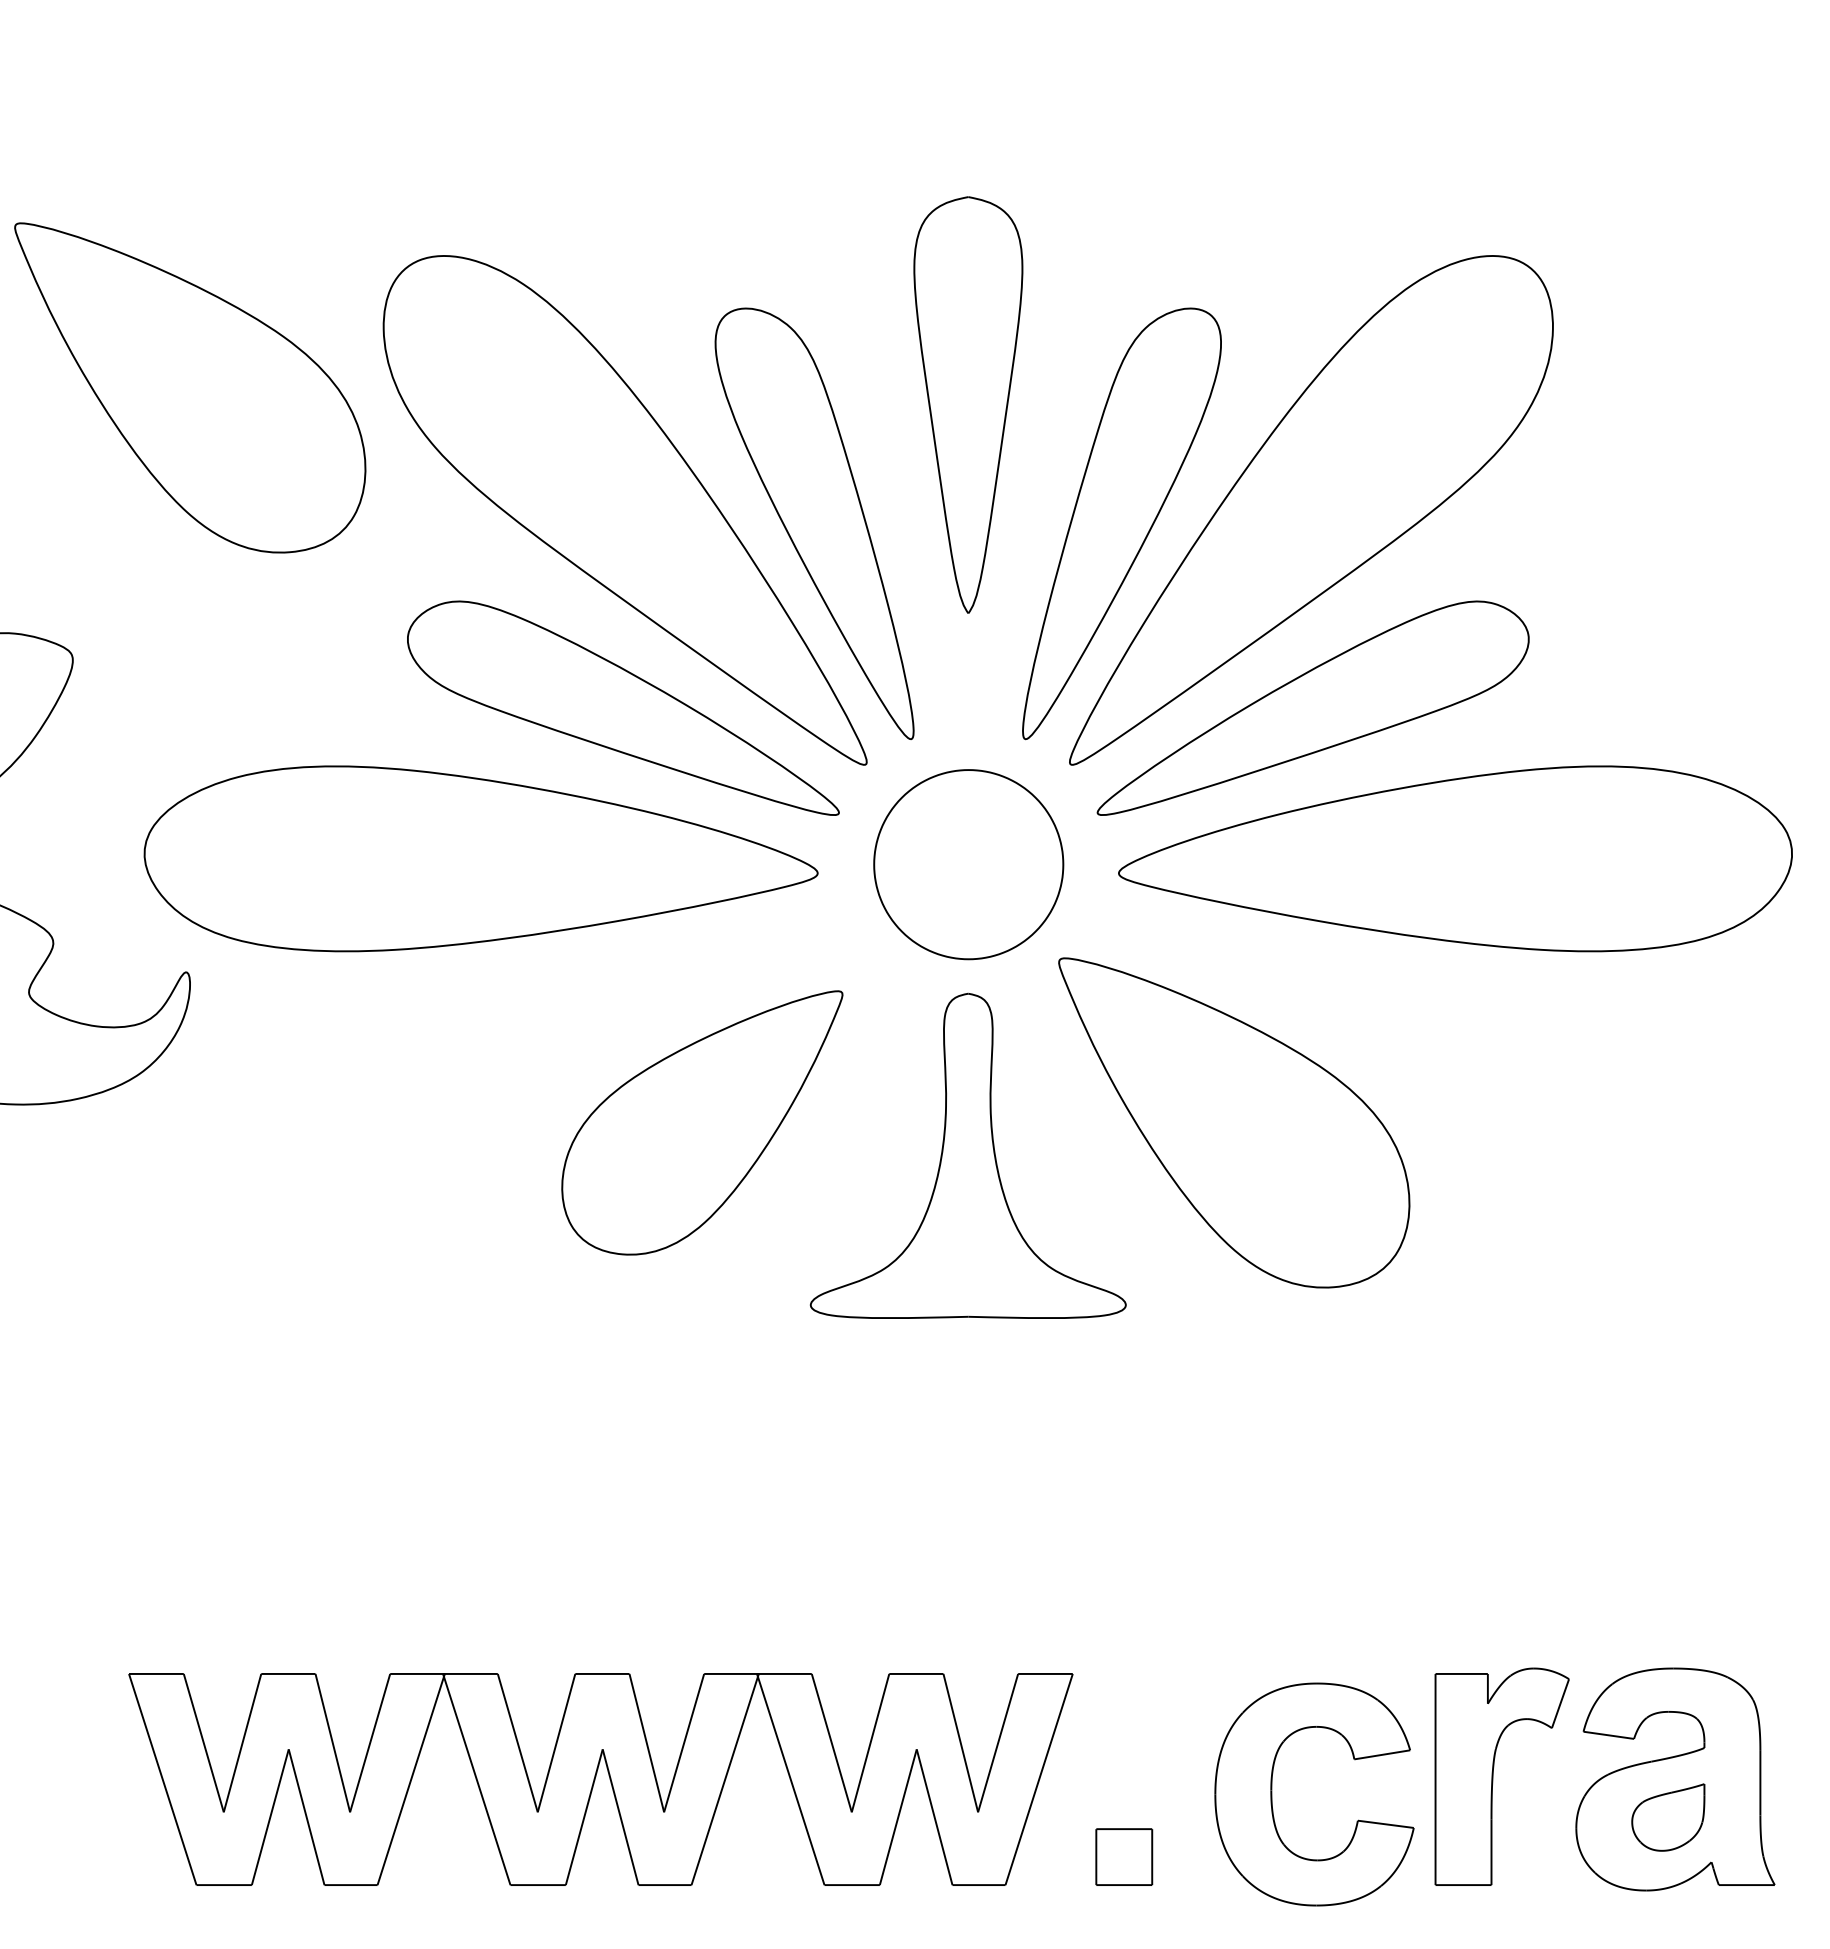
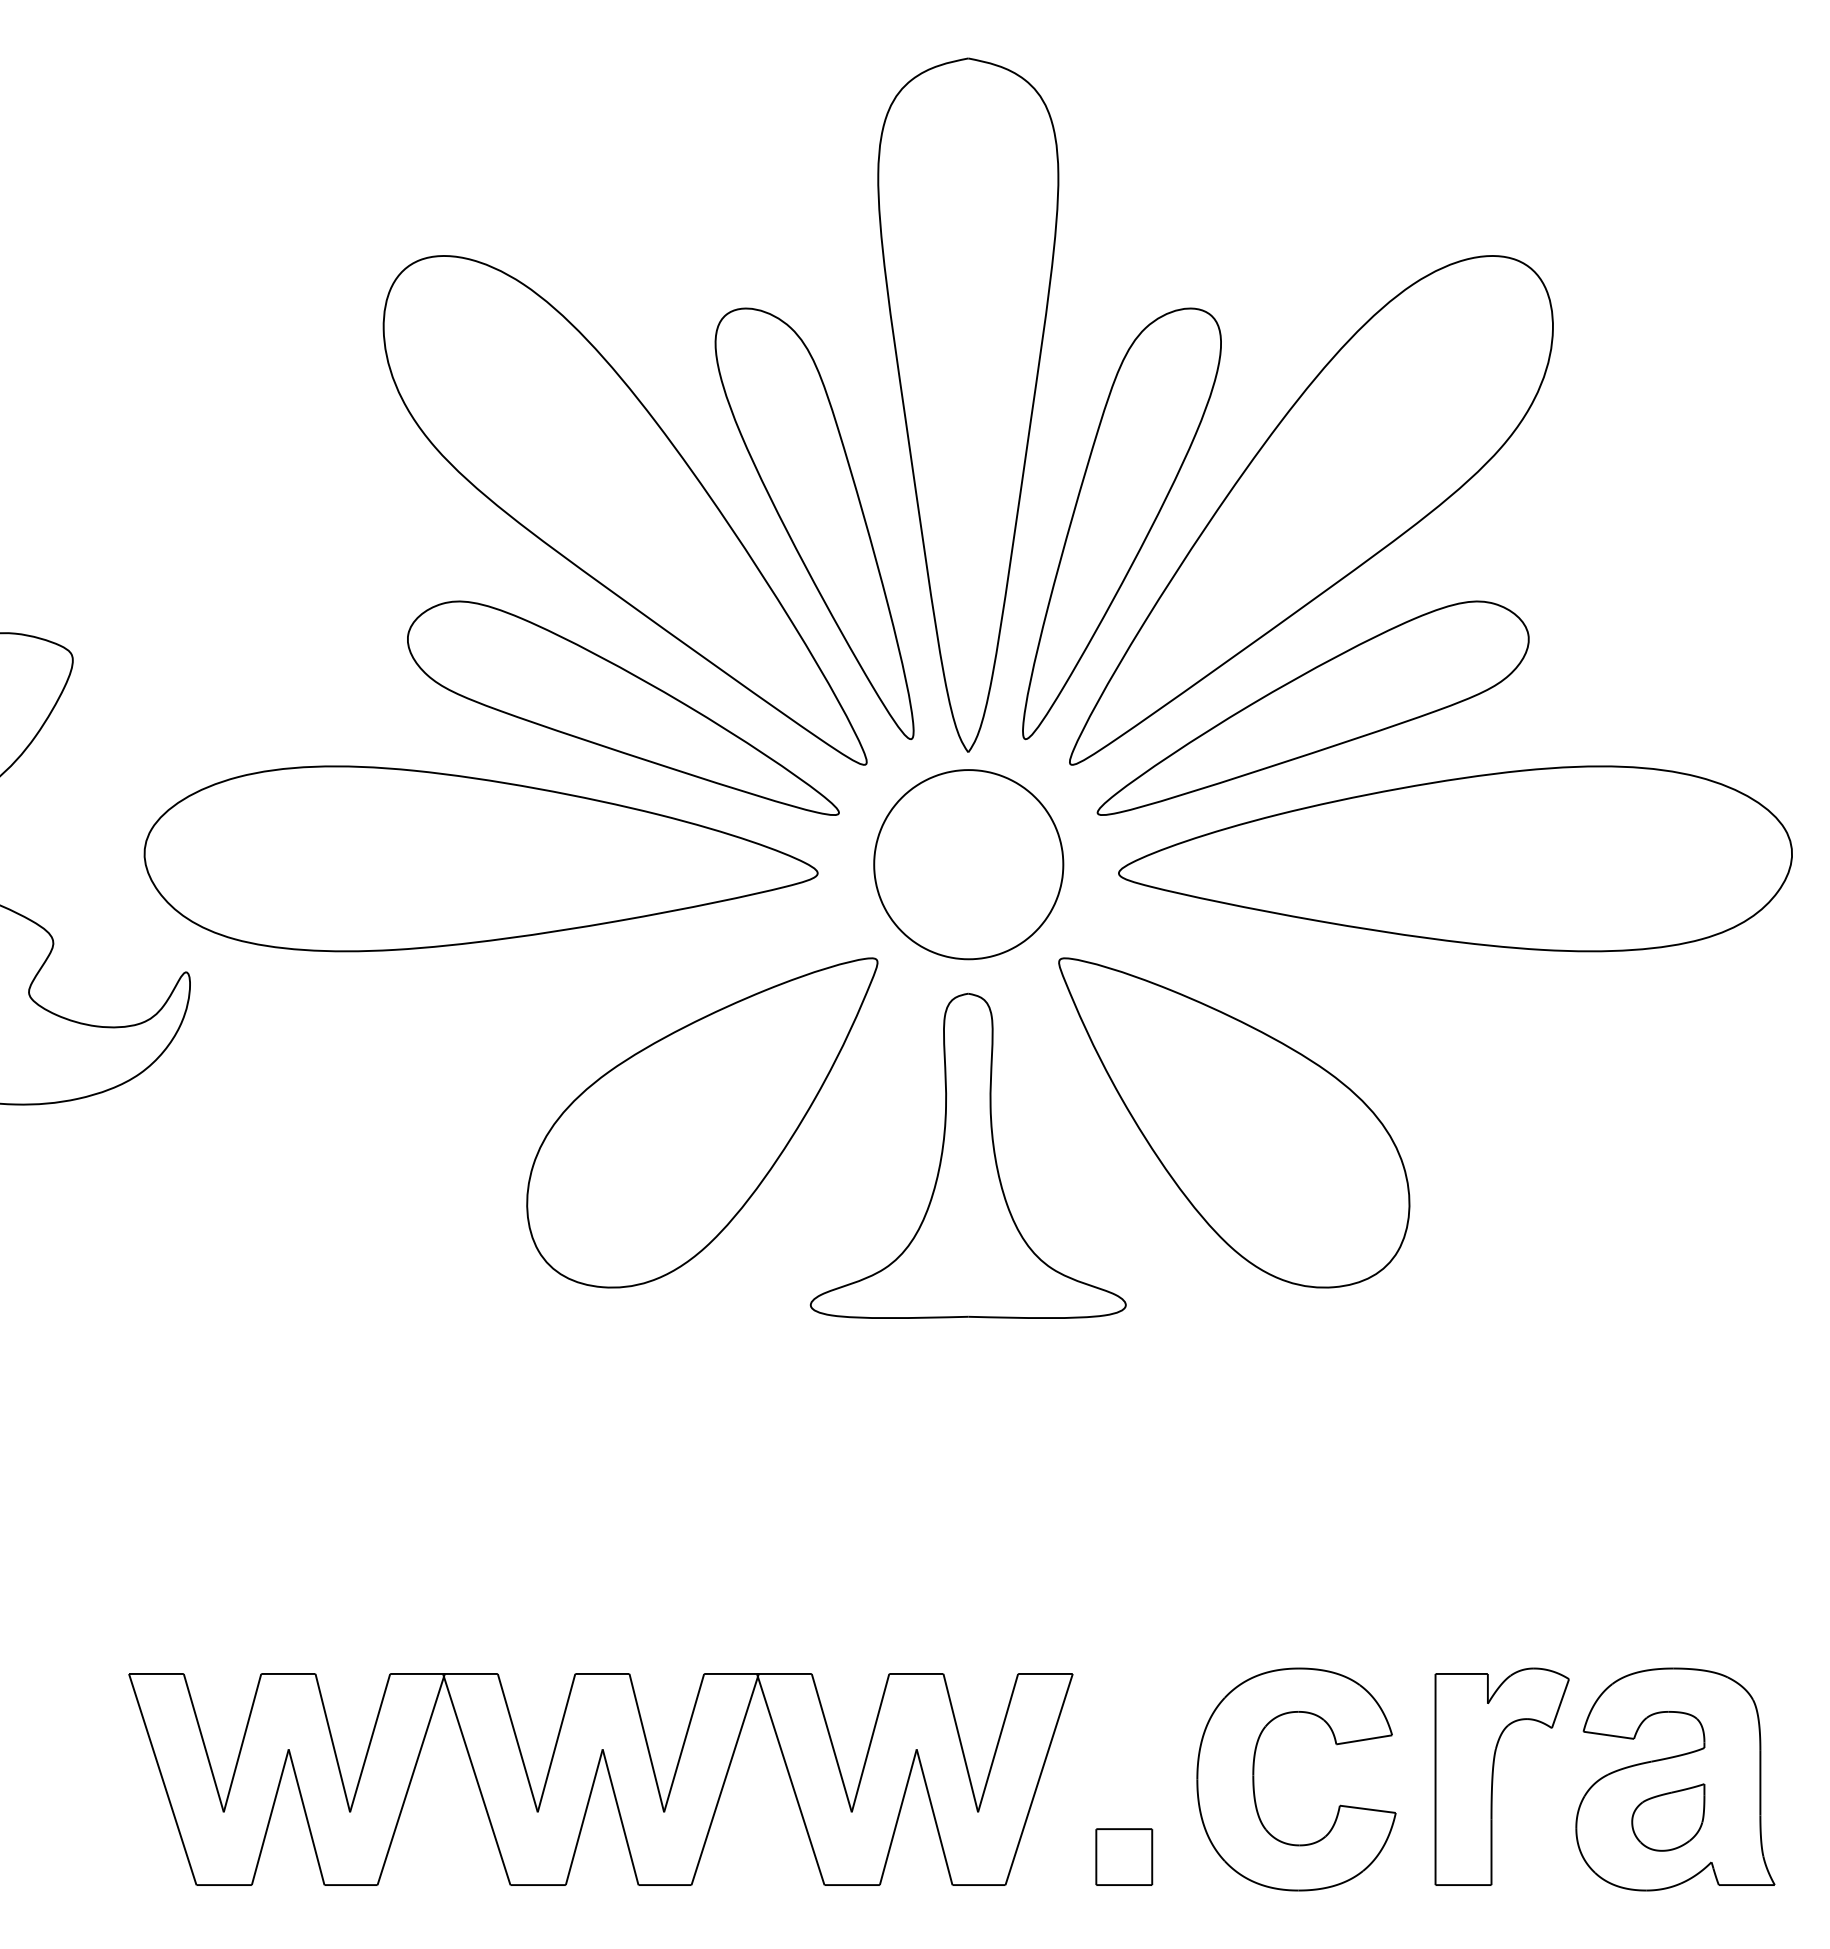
part at (190, 387): present -> none
part at (968, 404) size: 111x418 px -> 183x696 px
part at (702, 1122) size: 283x266 px -> 353x332 px
part at (1272, 1794) position: (1272, 1794) -> (1254, 1779)
